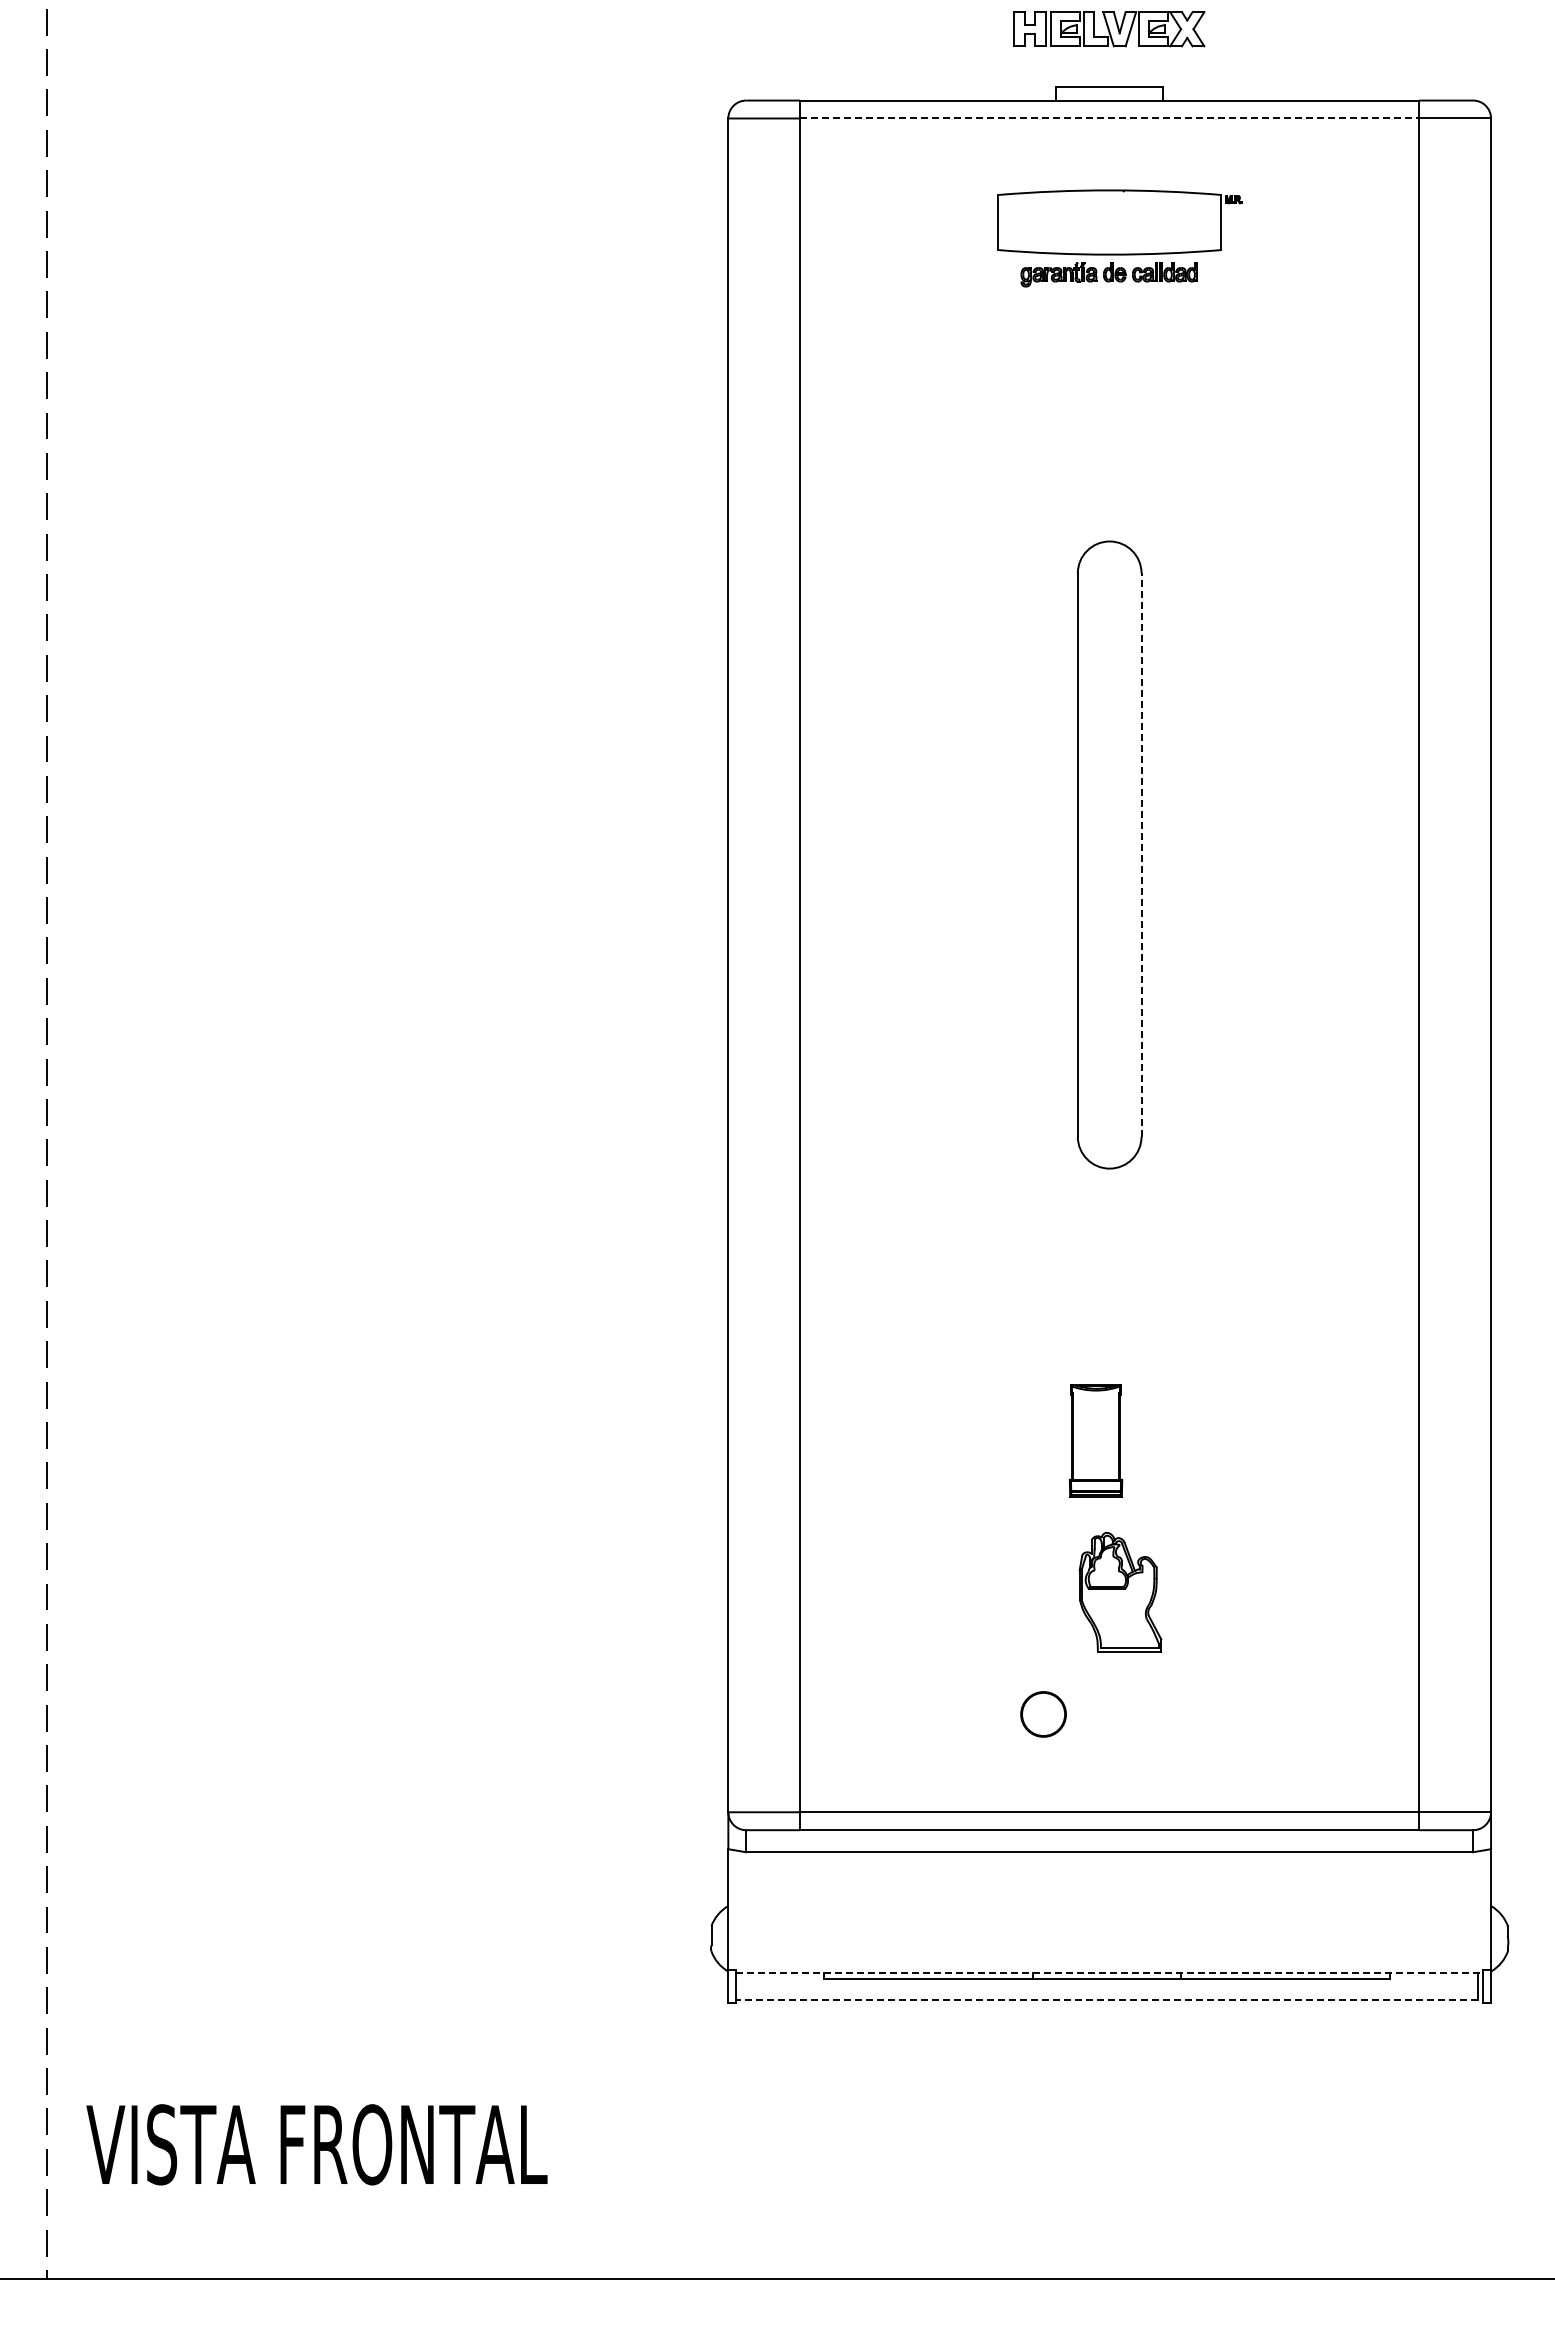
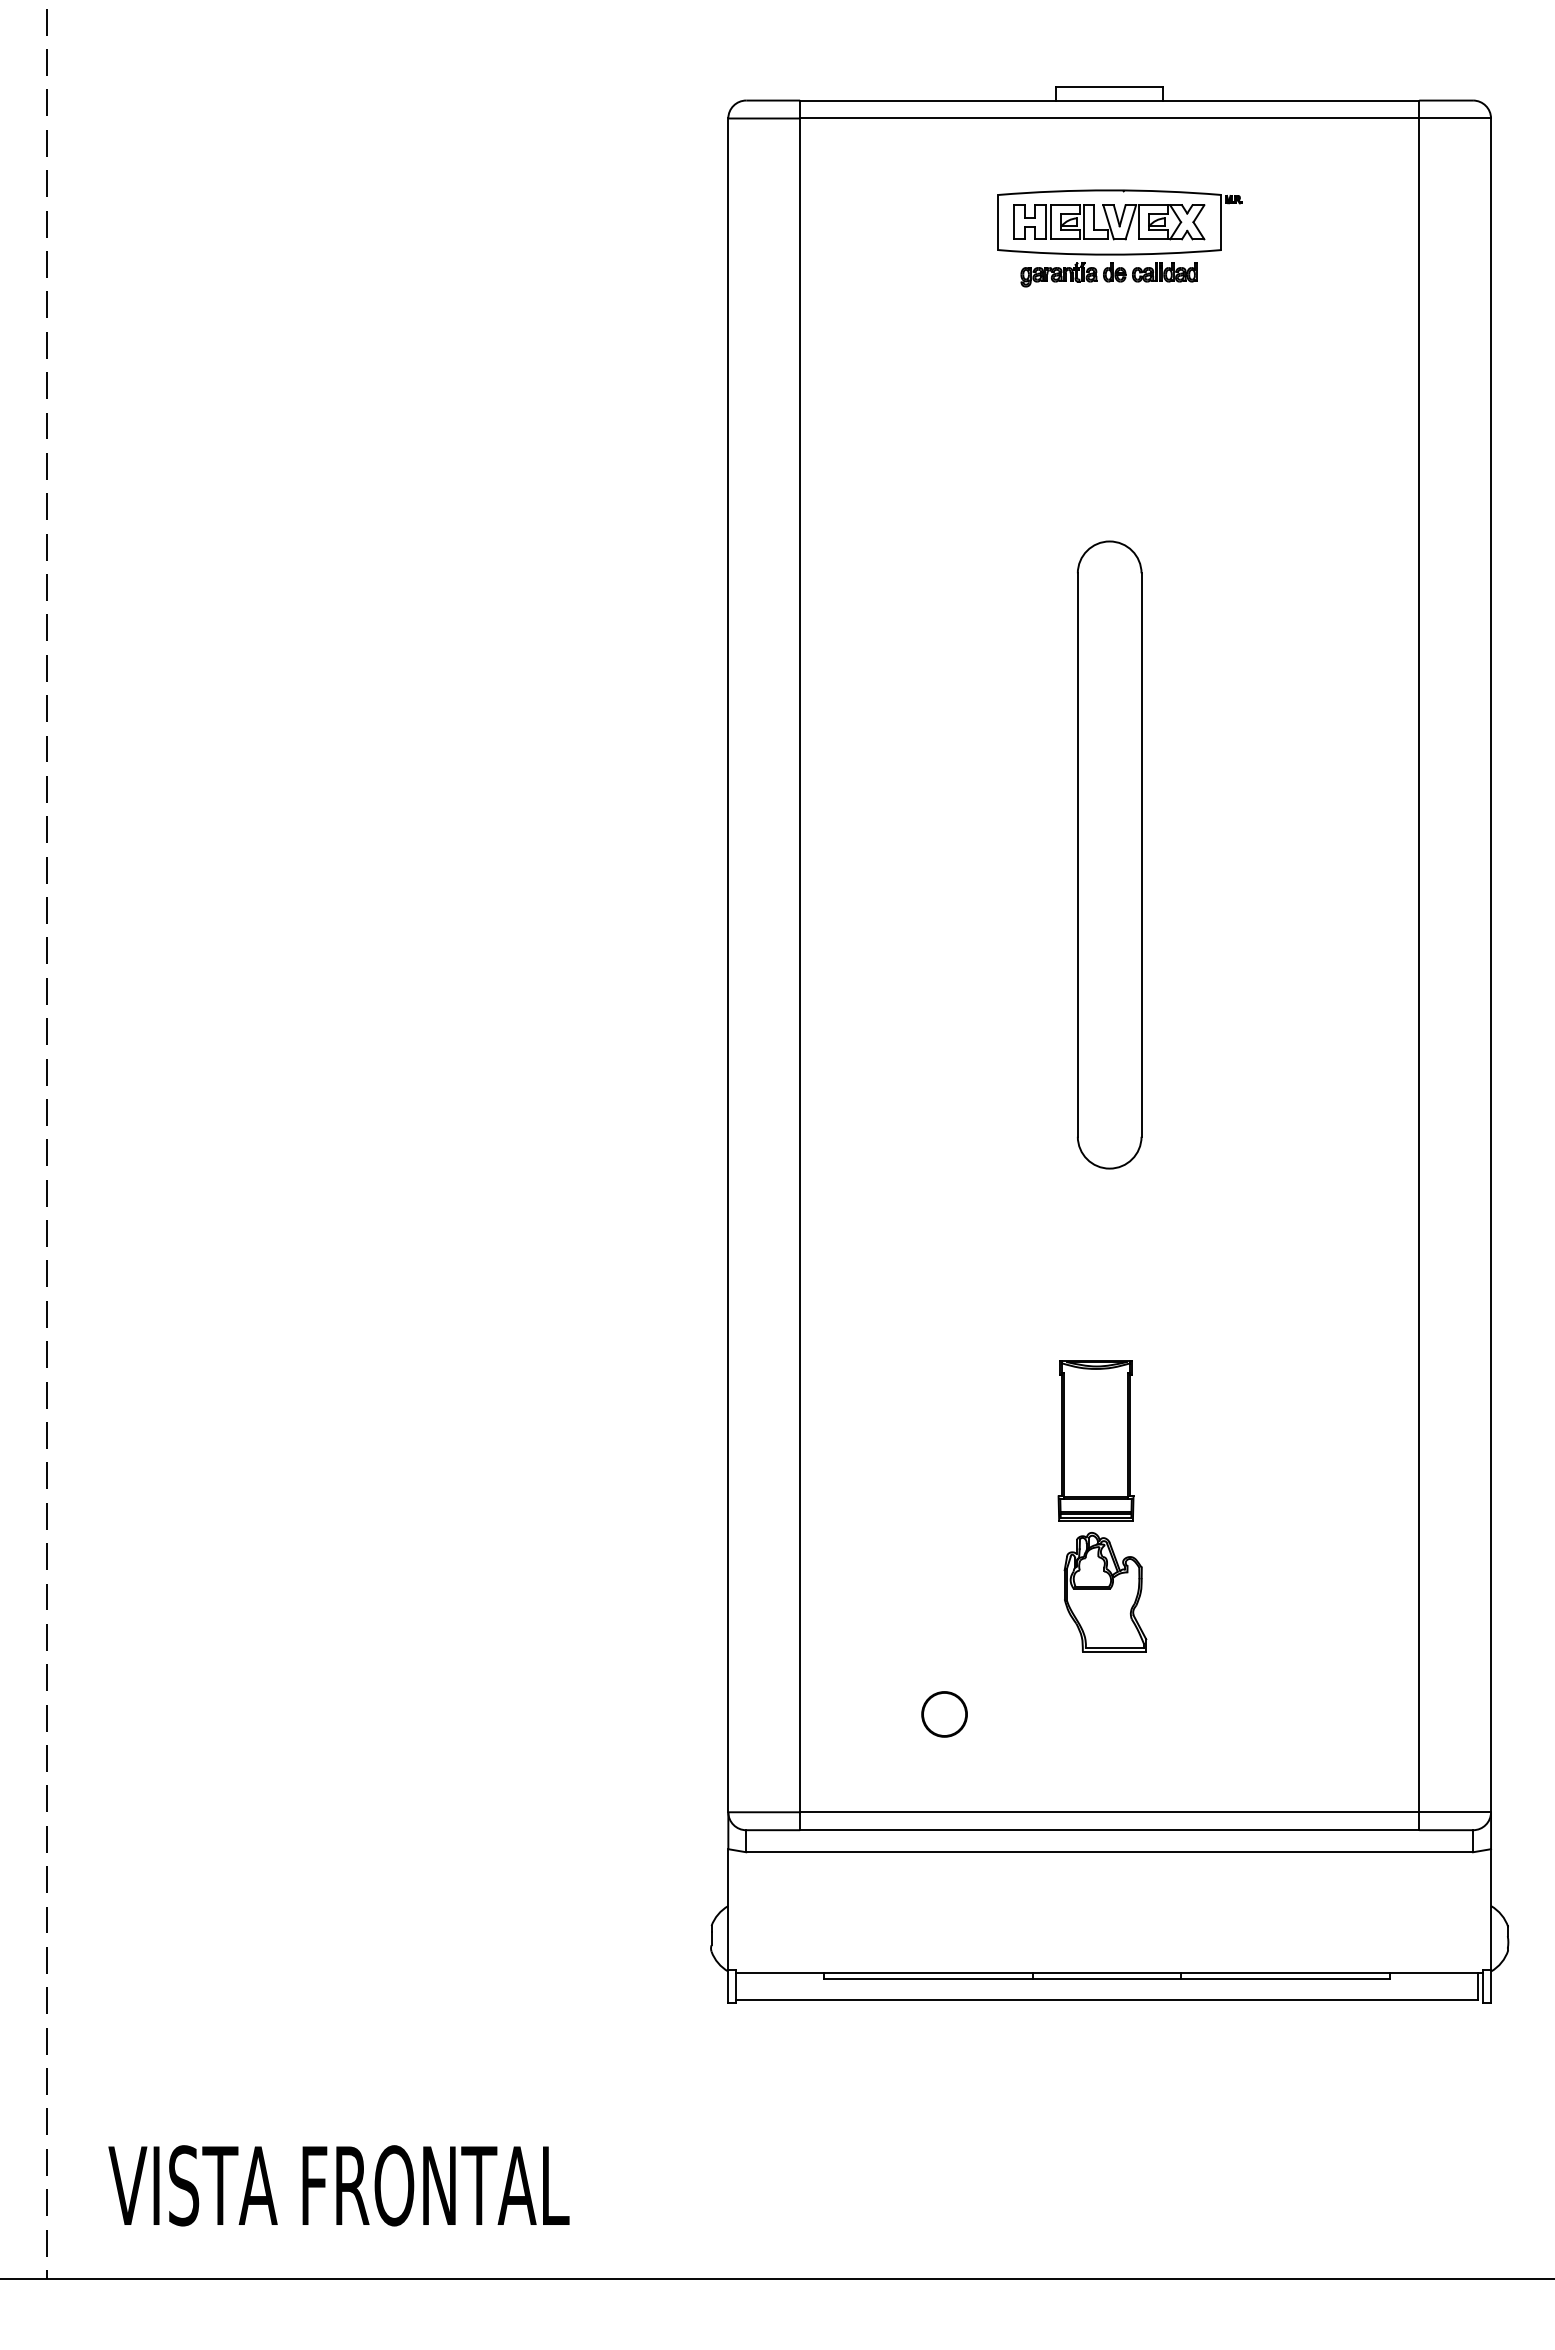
part at (1109, 29) position: (1109, 29) -> (1109, 222)
line at (1109, 118): dashed -> solid
line at (1141, 855): dashed -> solid
part at (1095, 1440) size: 56x114 px -> 78x162 px
part at (1120, 1592) position: (1120, 1592) -> (1105, 1592)
circle at (1043, 1714) position: (1043, 1714) -> (944, 1714)
line at (1110, 1973): dashed -> solid
line at (1107, 1999): dashed -> solid
text at (316, 2144) position: (316, 2144) -> (338, 2185)
